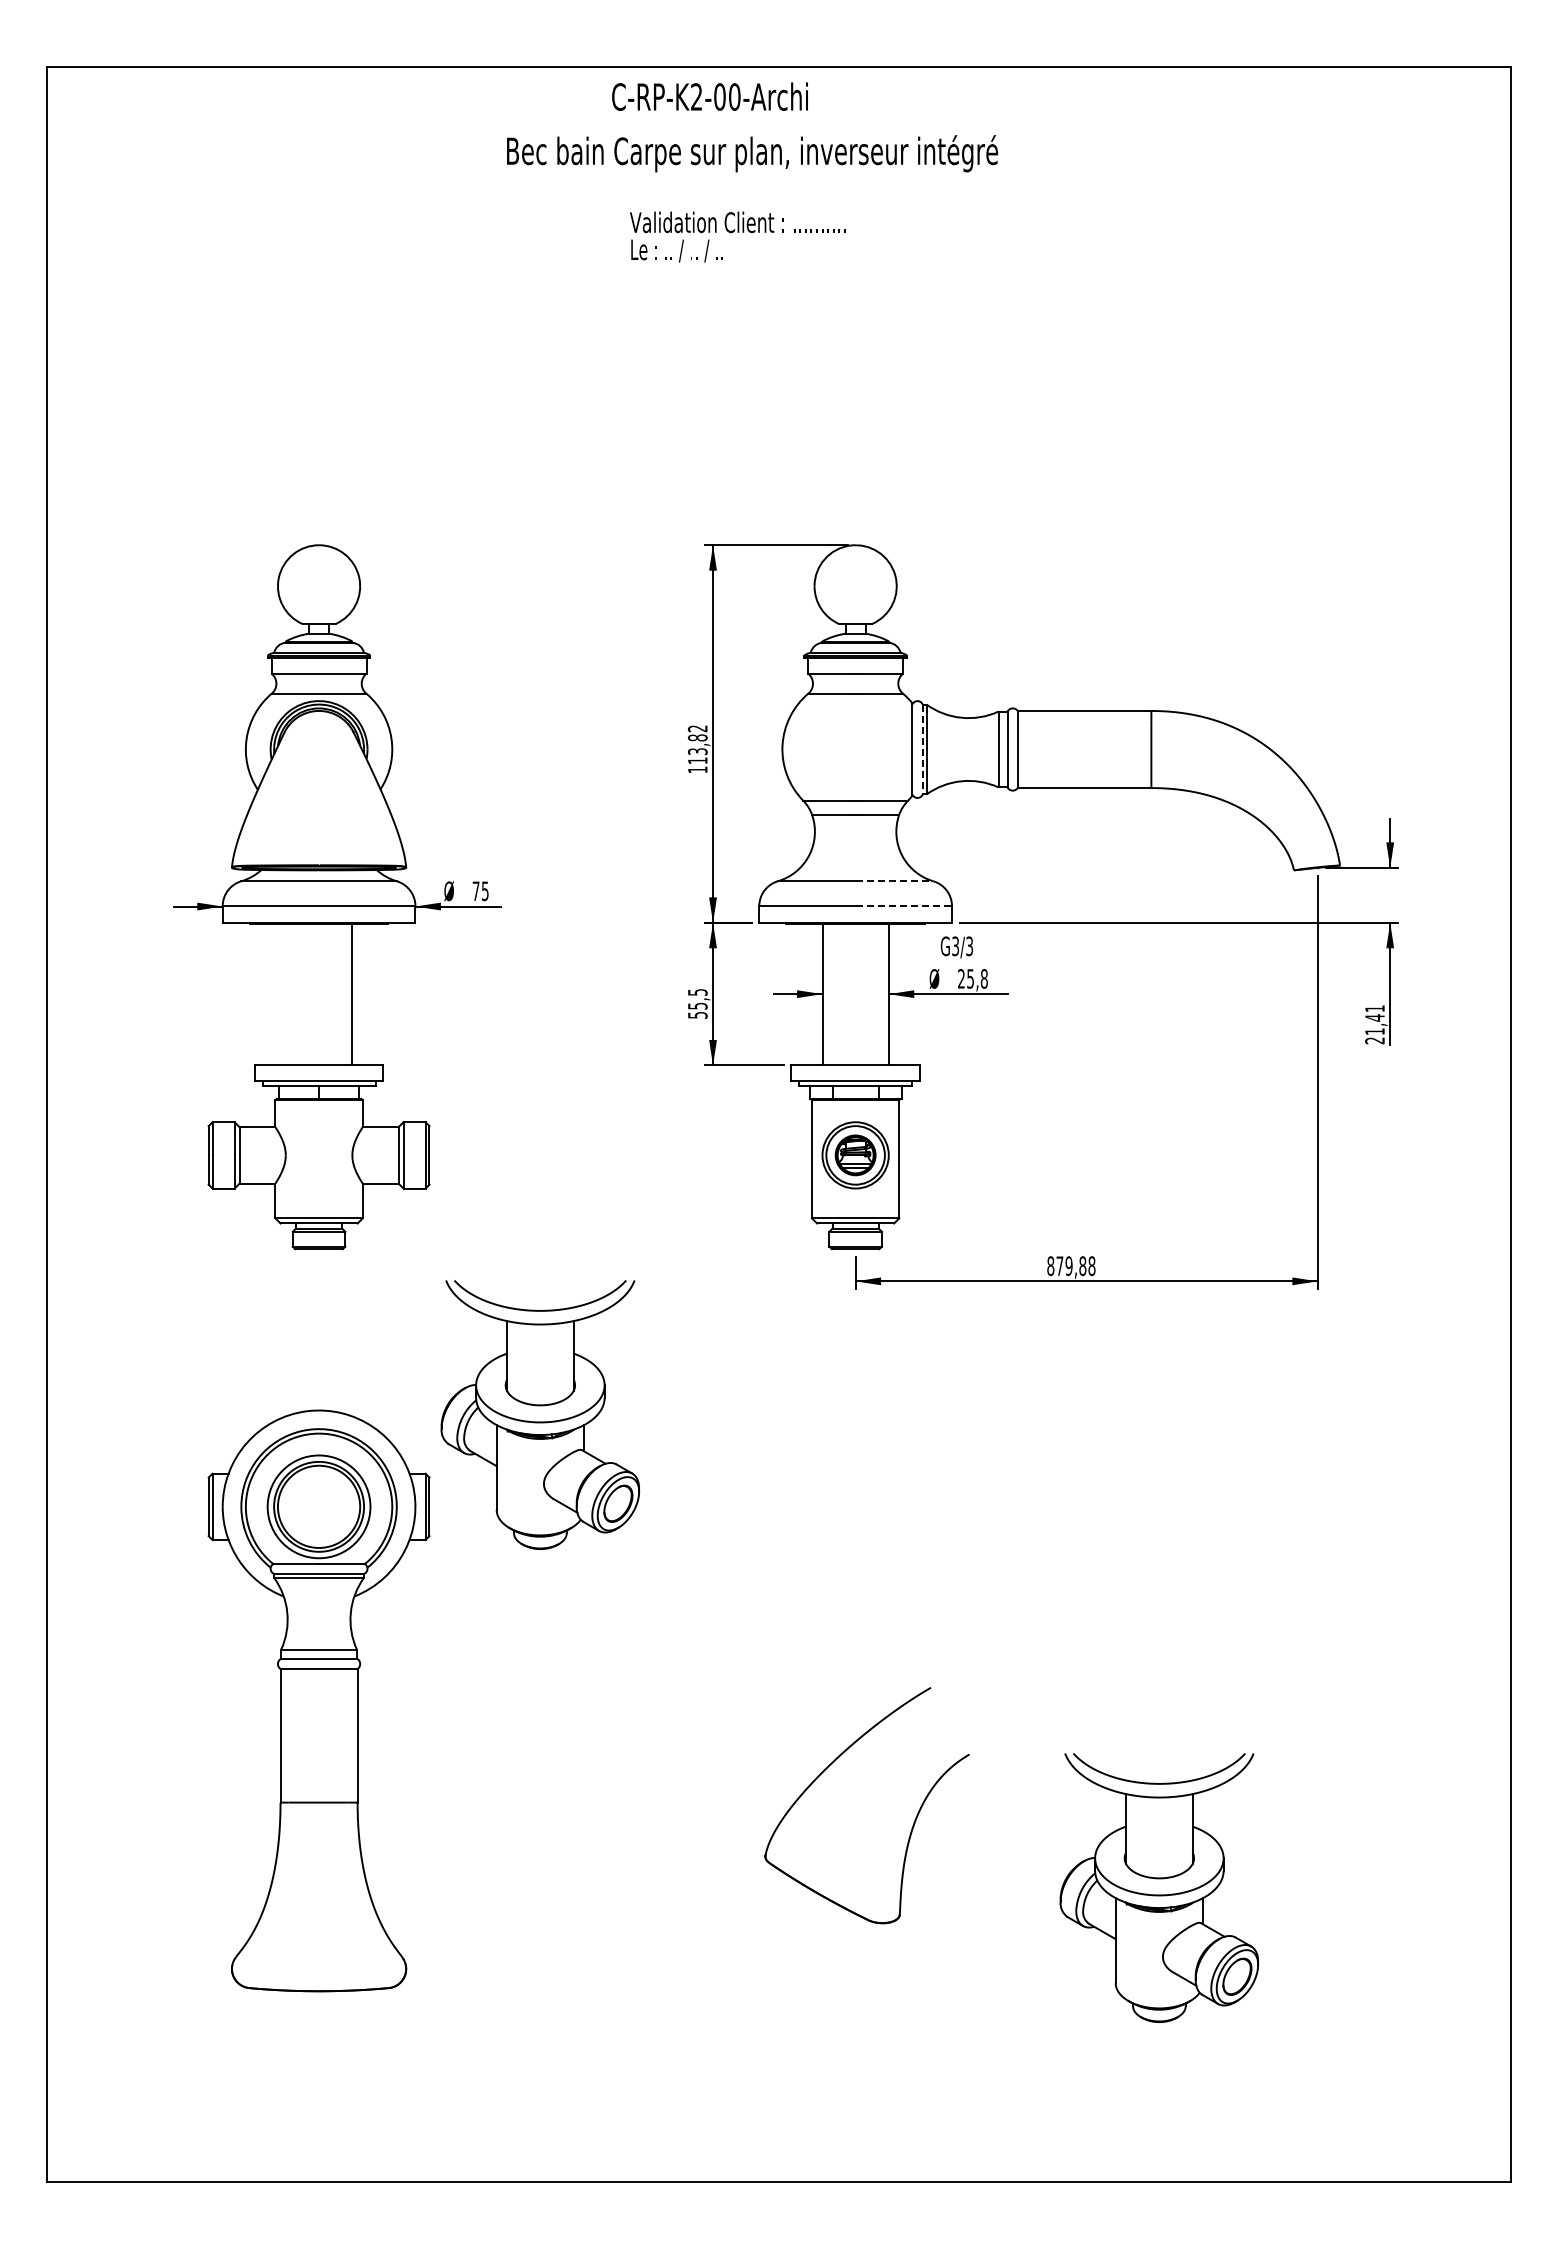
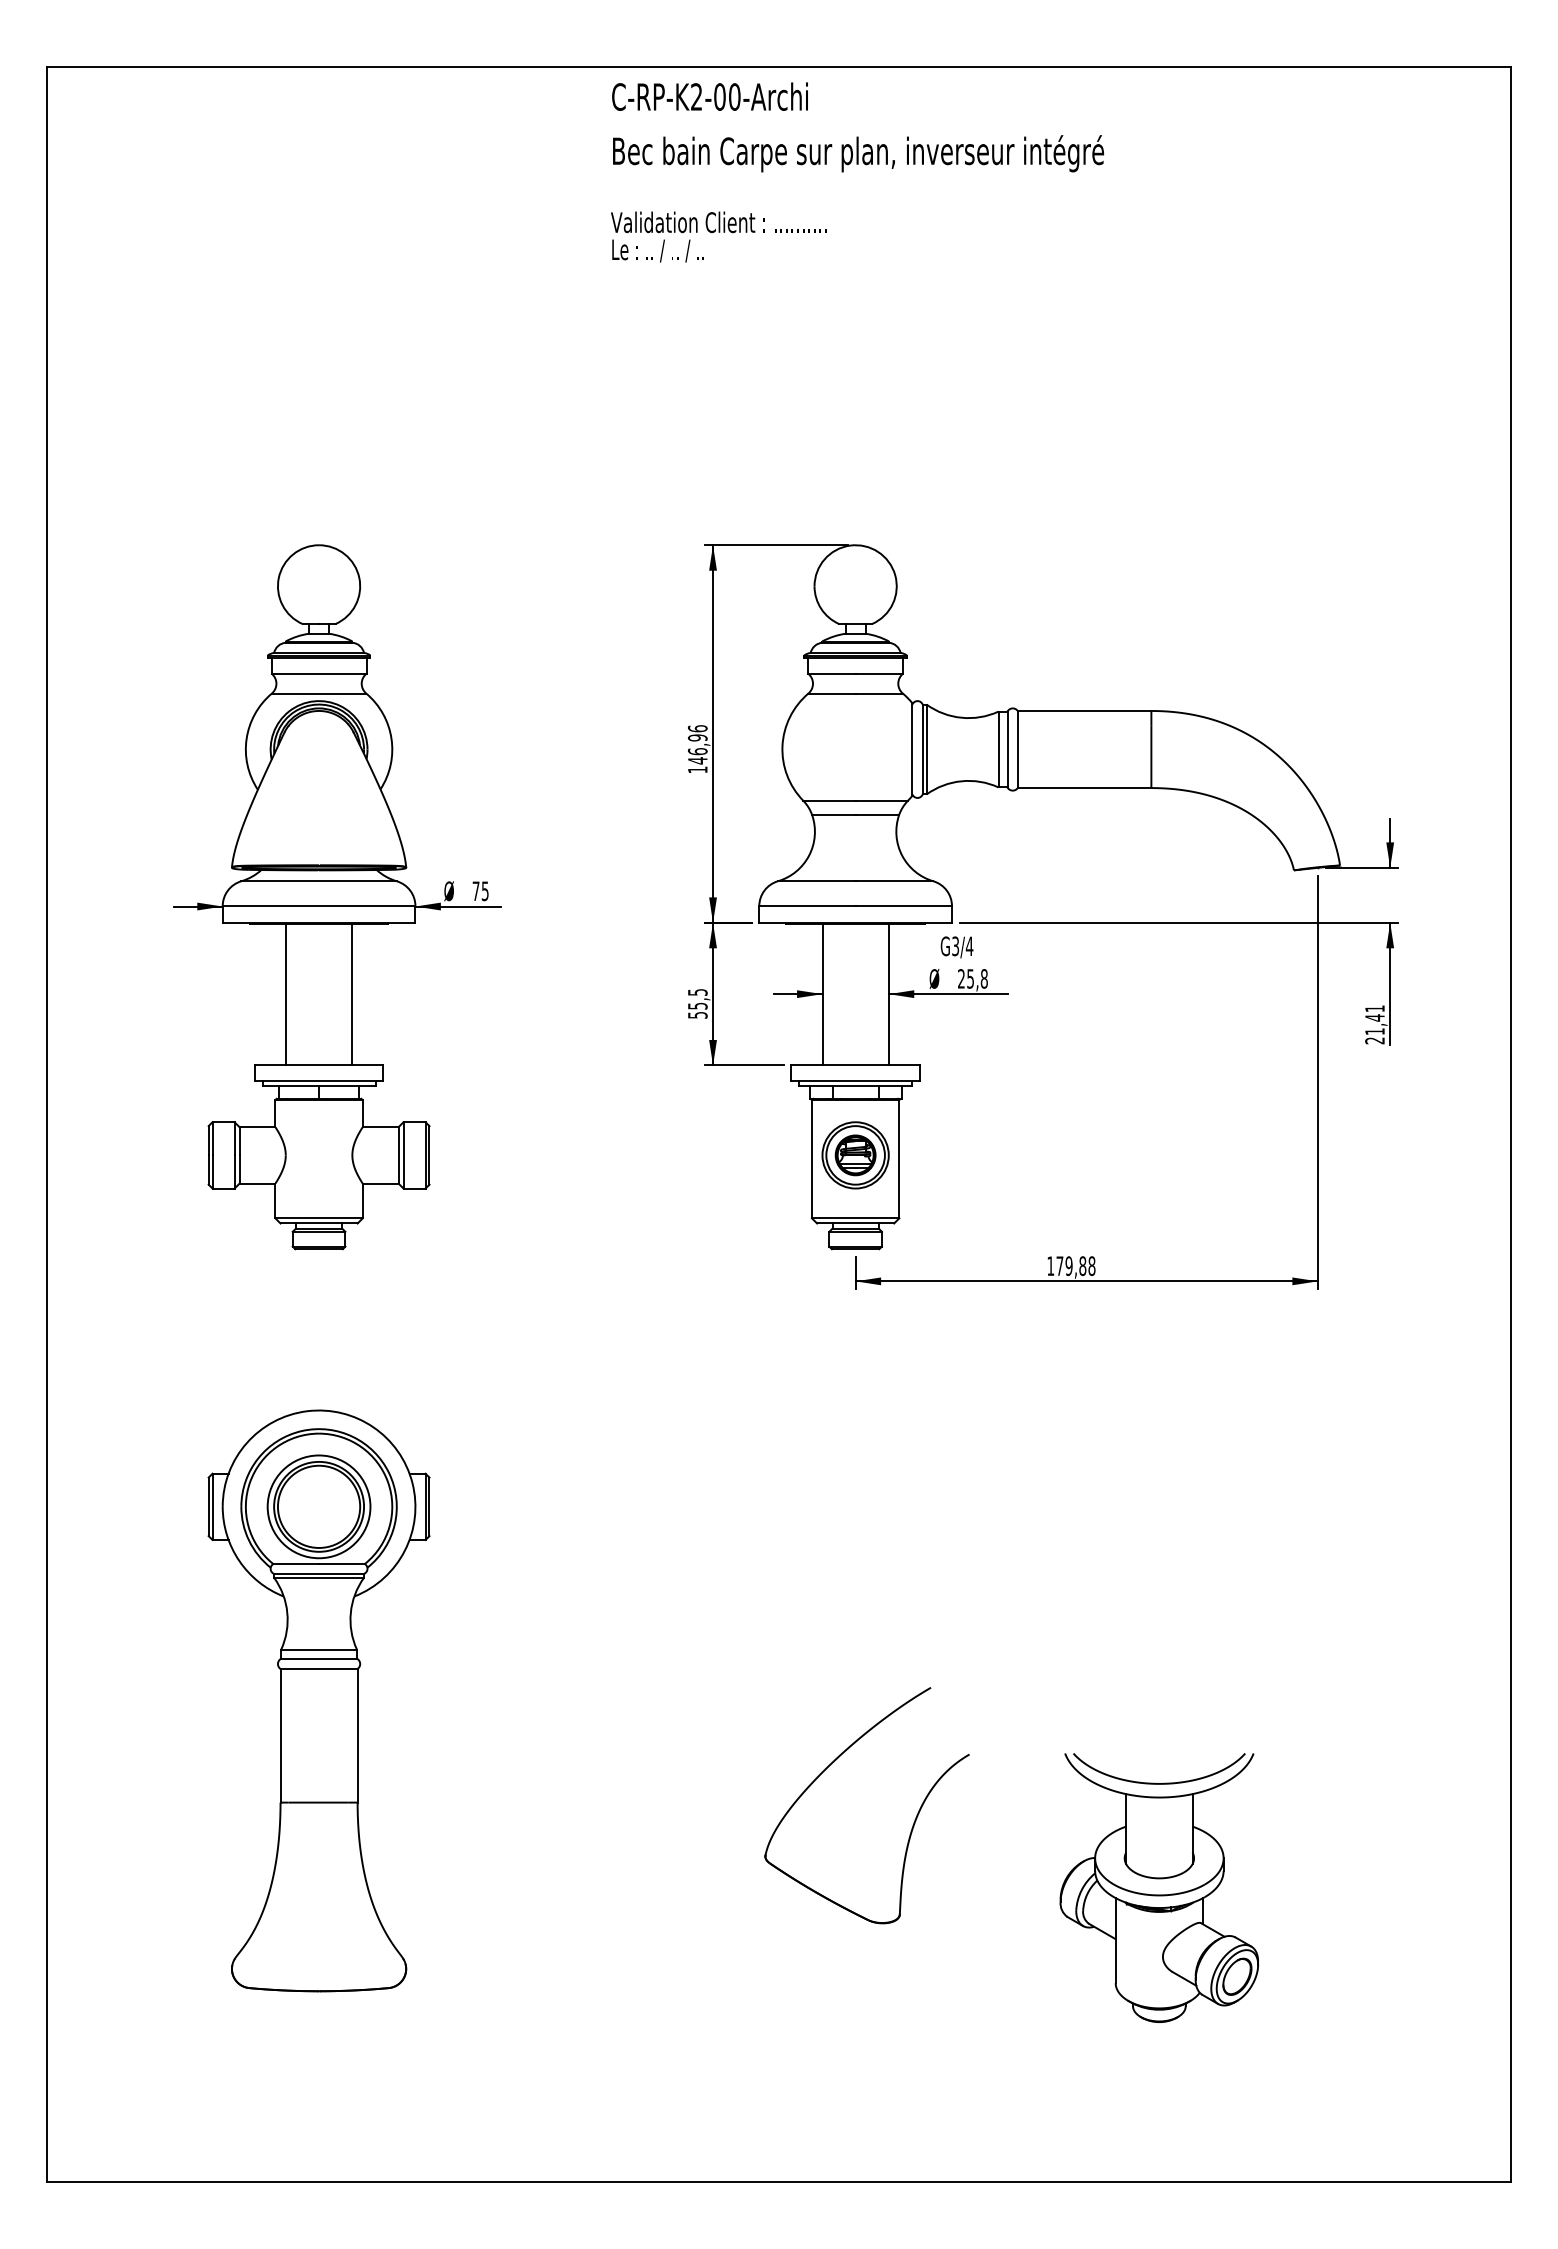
text at (752, 153) position: (752, 153) -> (858, 153)
text at (737, 236) position: (737, 236) -> (718, 236)
text at (697, 744): 113,82 -> 146,96
line at (922, 749): dashed -> solid
line at (894, 881): dashed -> solid
line at (904, 906): dashed -> solid
text at (969, 946): G3/3 -> G3/4
line at (285, 994): none -> present
text at (1050, 1266): 879,88 -> 179,88
part at (539, 1414): present -> none
